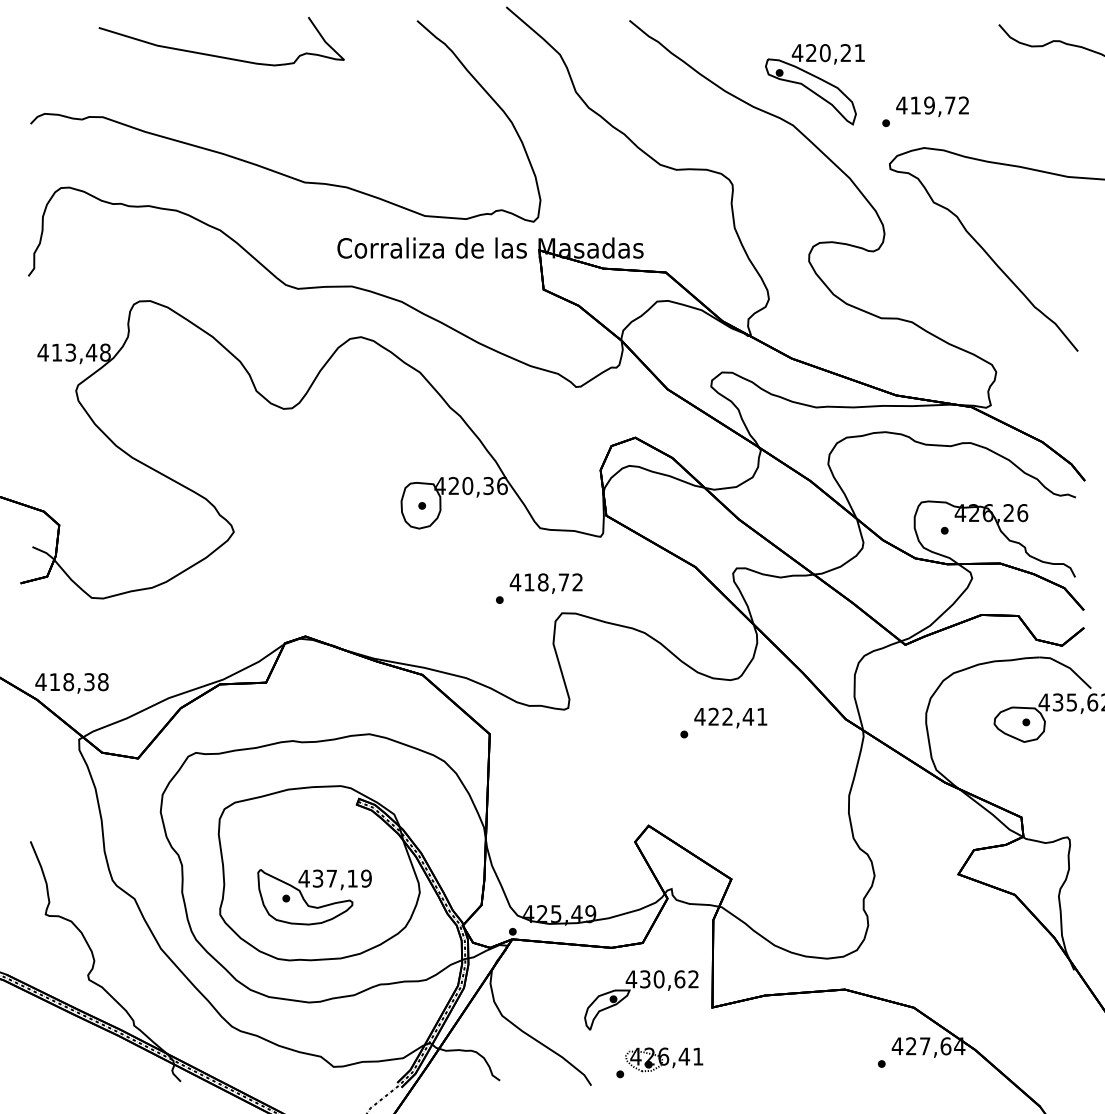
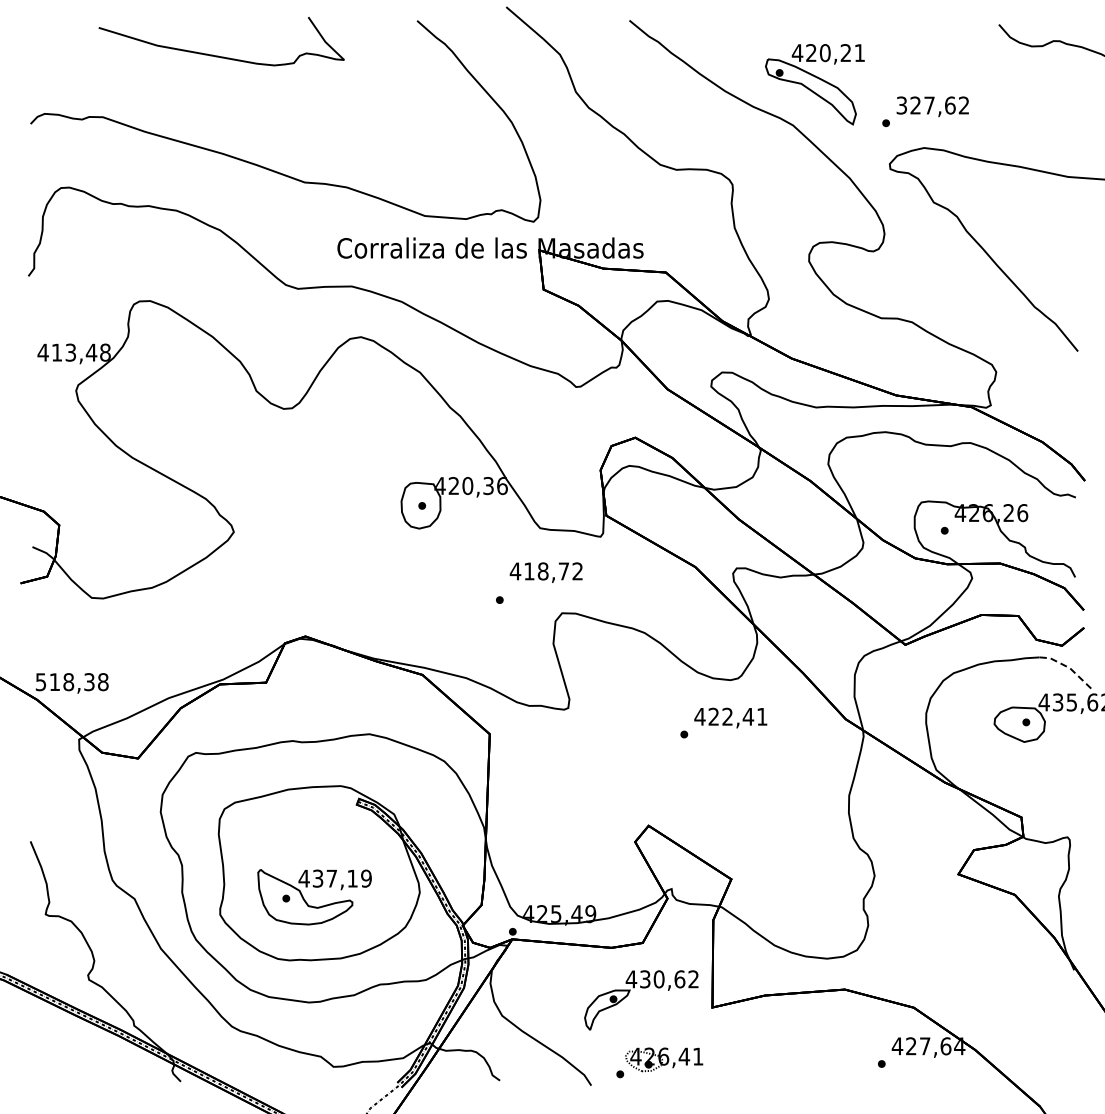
text at (925, 105): 419,72 -> 327,62
text at (545, 583) position: (545, 583) -> (545, 572)
line at (1068, 667): solid -> dashed
text at (40, 682): 418,38 -> 518,38
